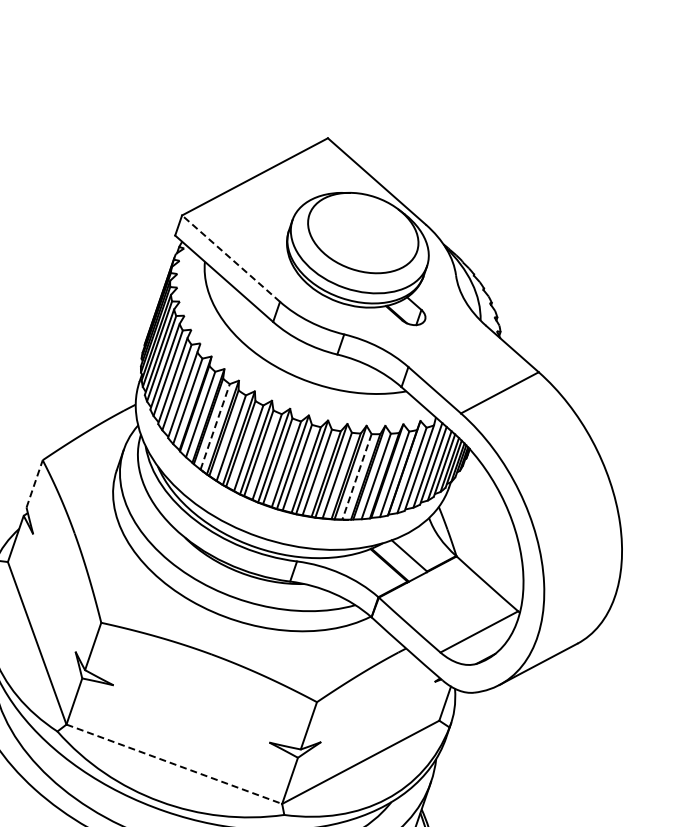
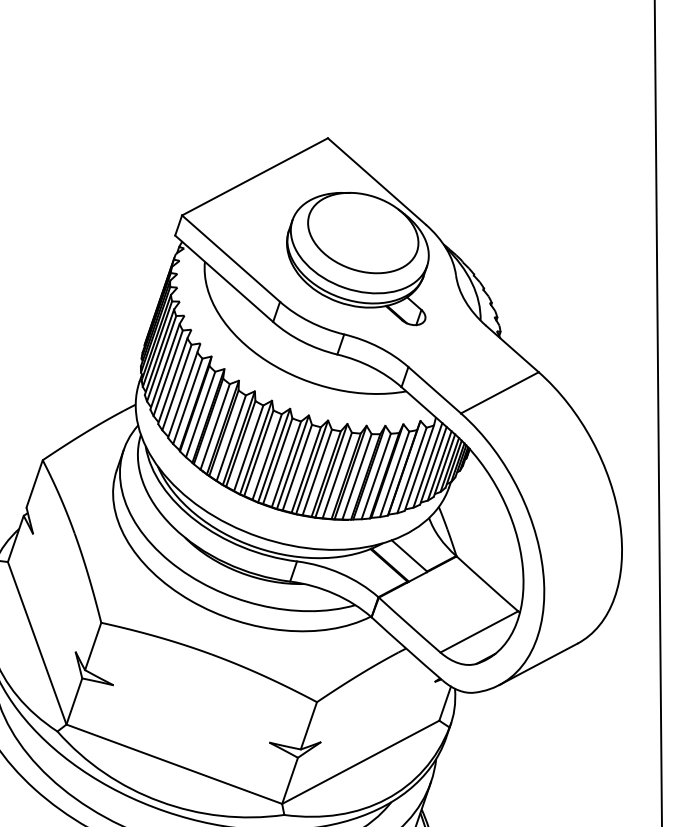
line at (230, 258): dashed -> solid
line at (657, 412): none -> present
line at (215, 426): dashed -> solid
line at (356, 477): dashed -> solid
line at (34, 483): dashed -> solid
line at (174, 764): dashed -> solid
